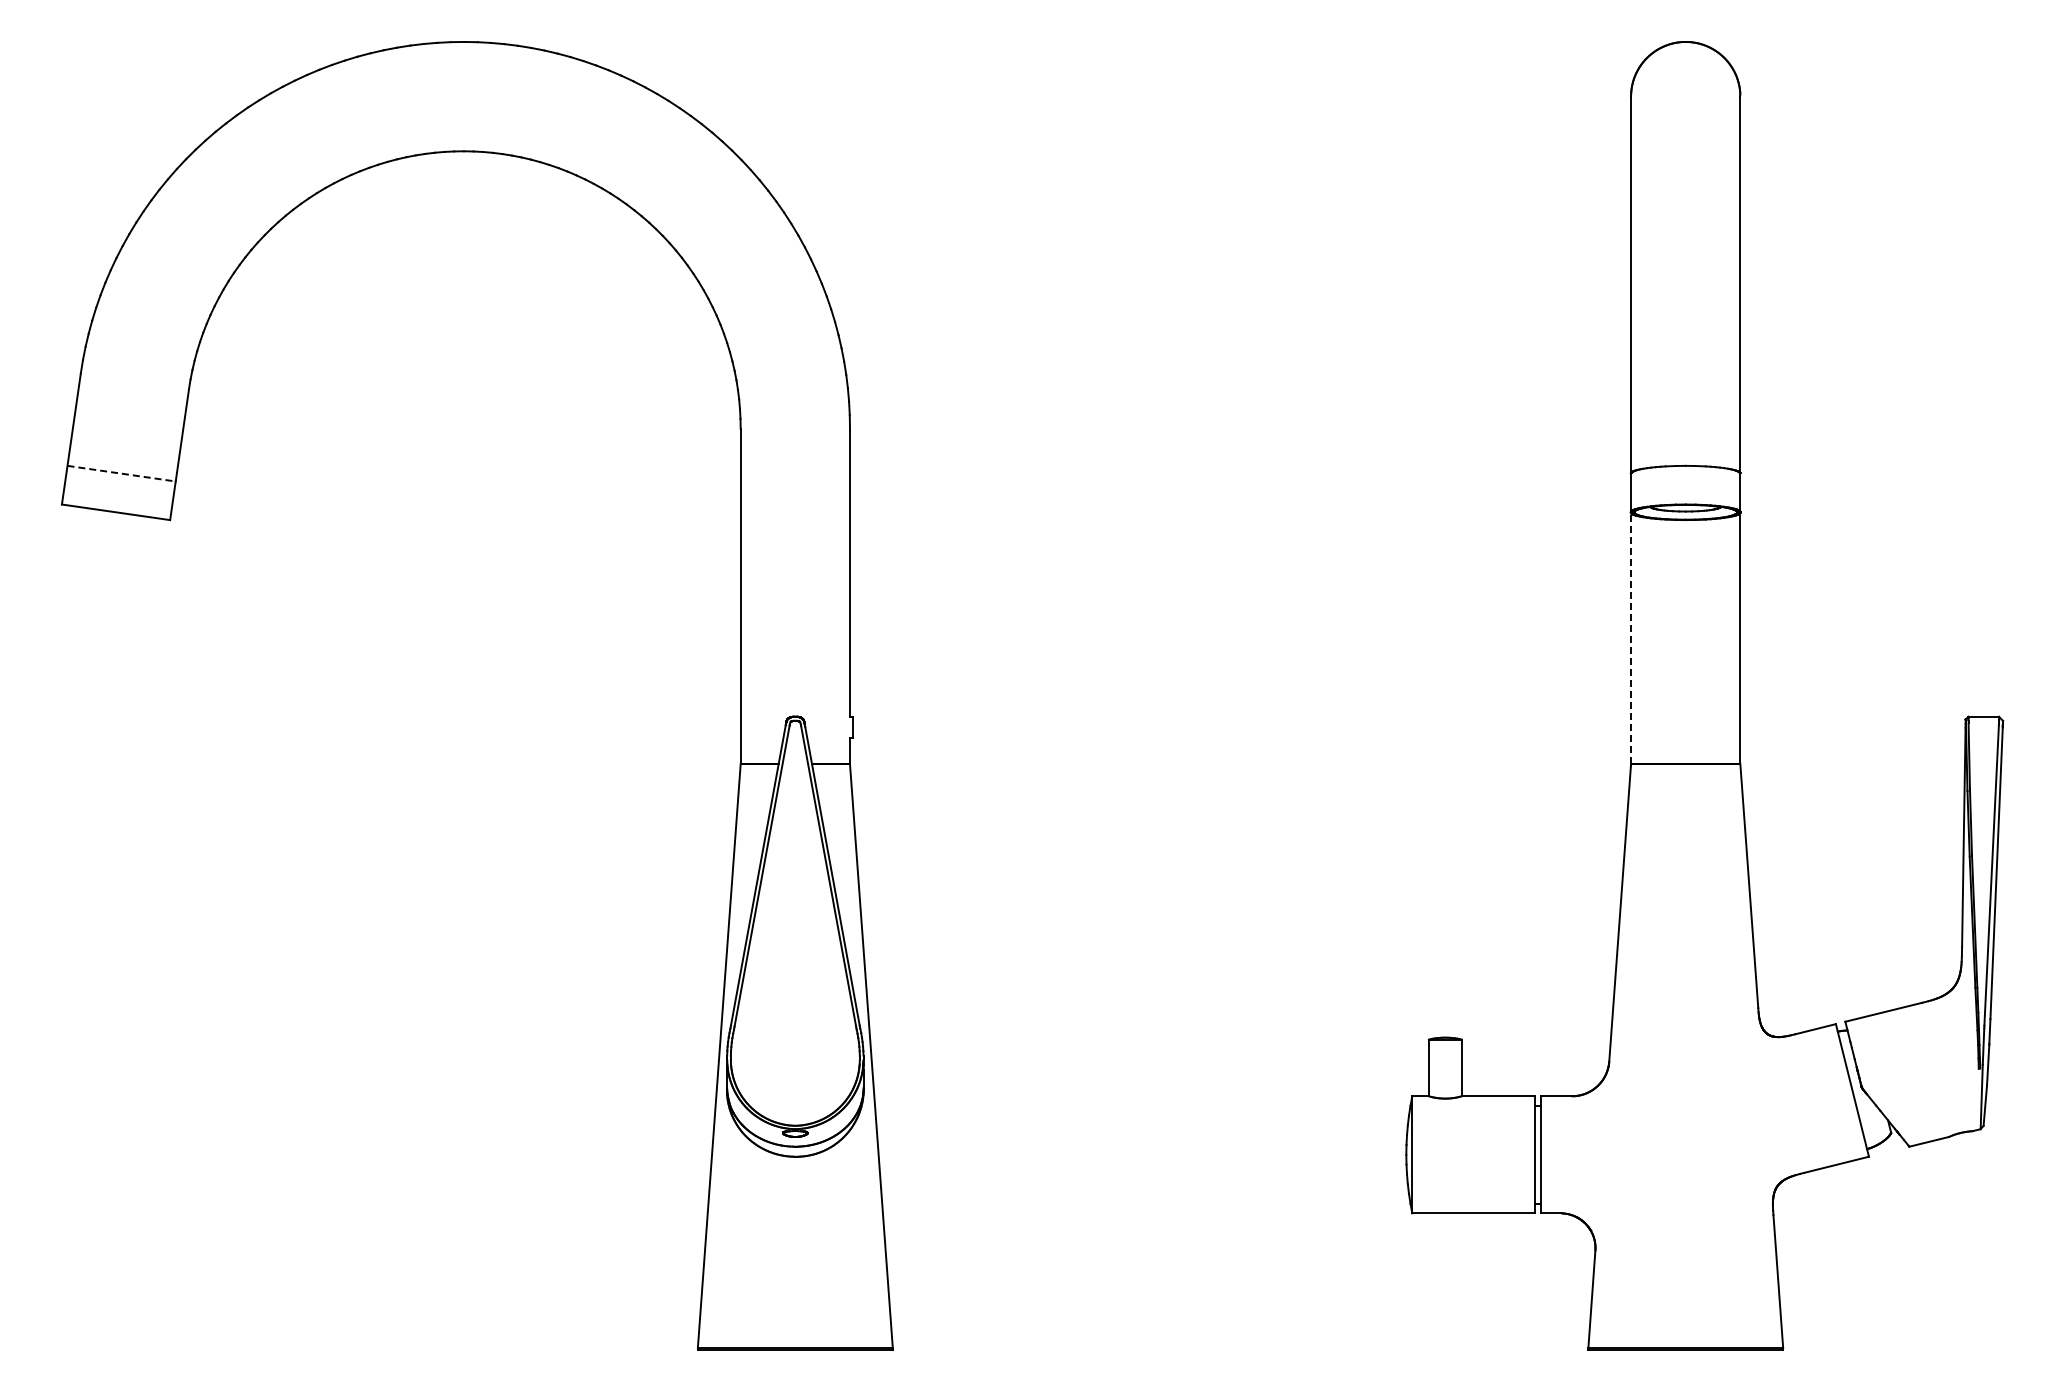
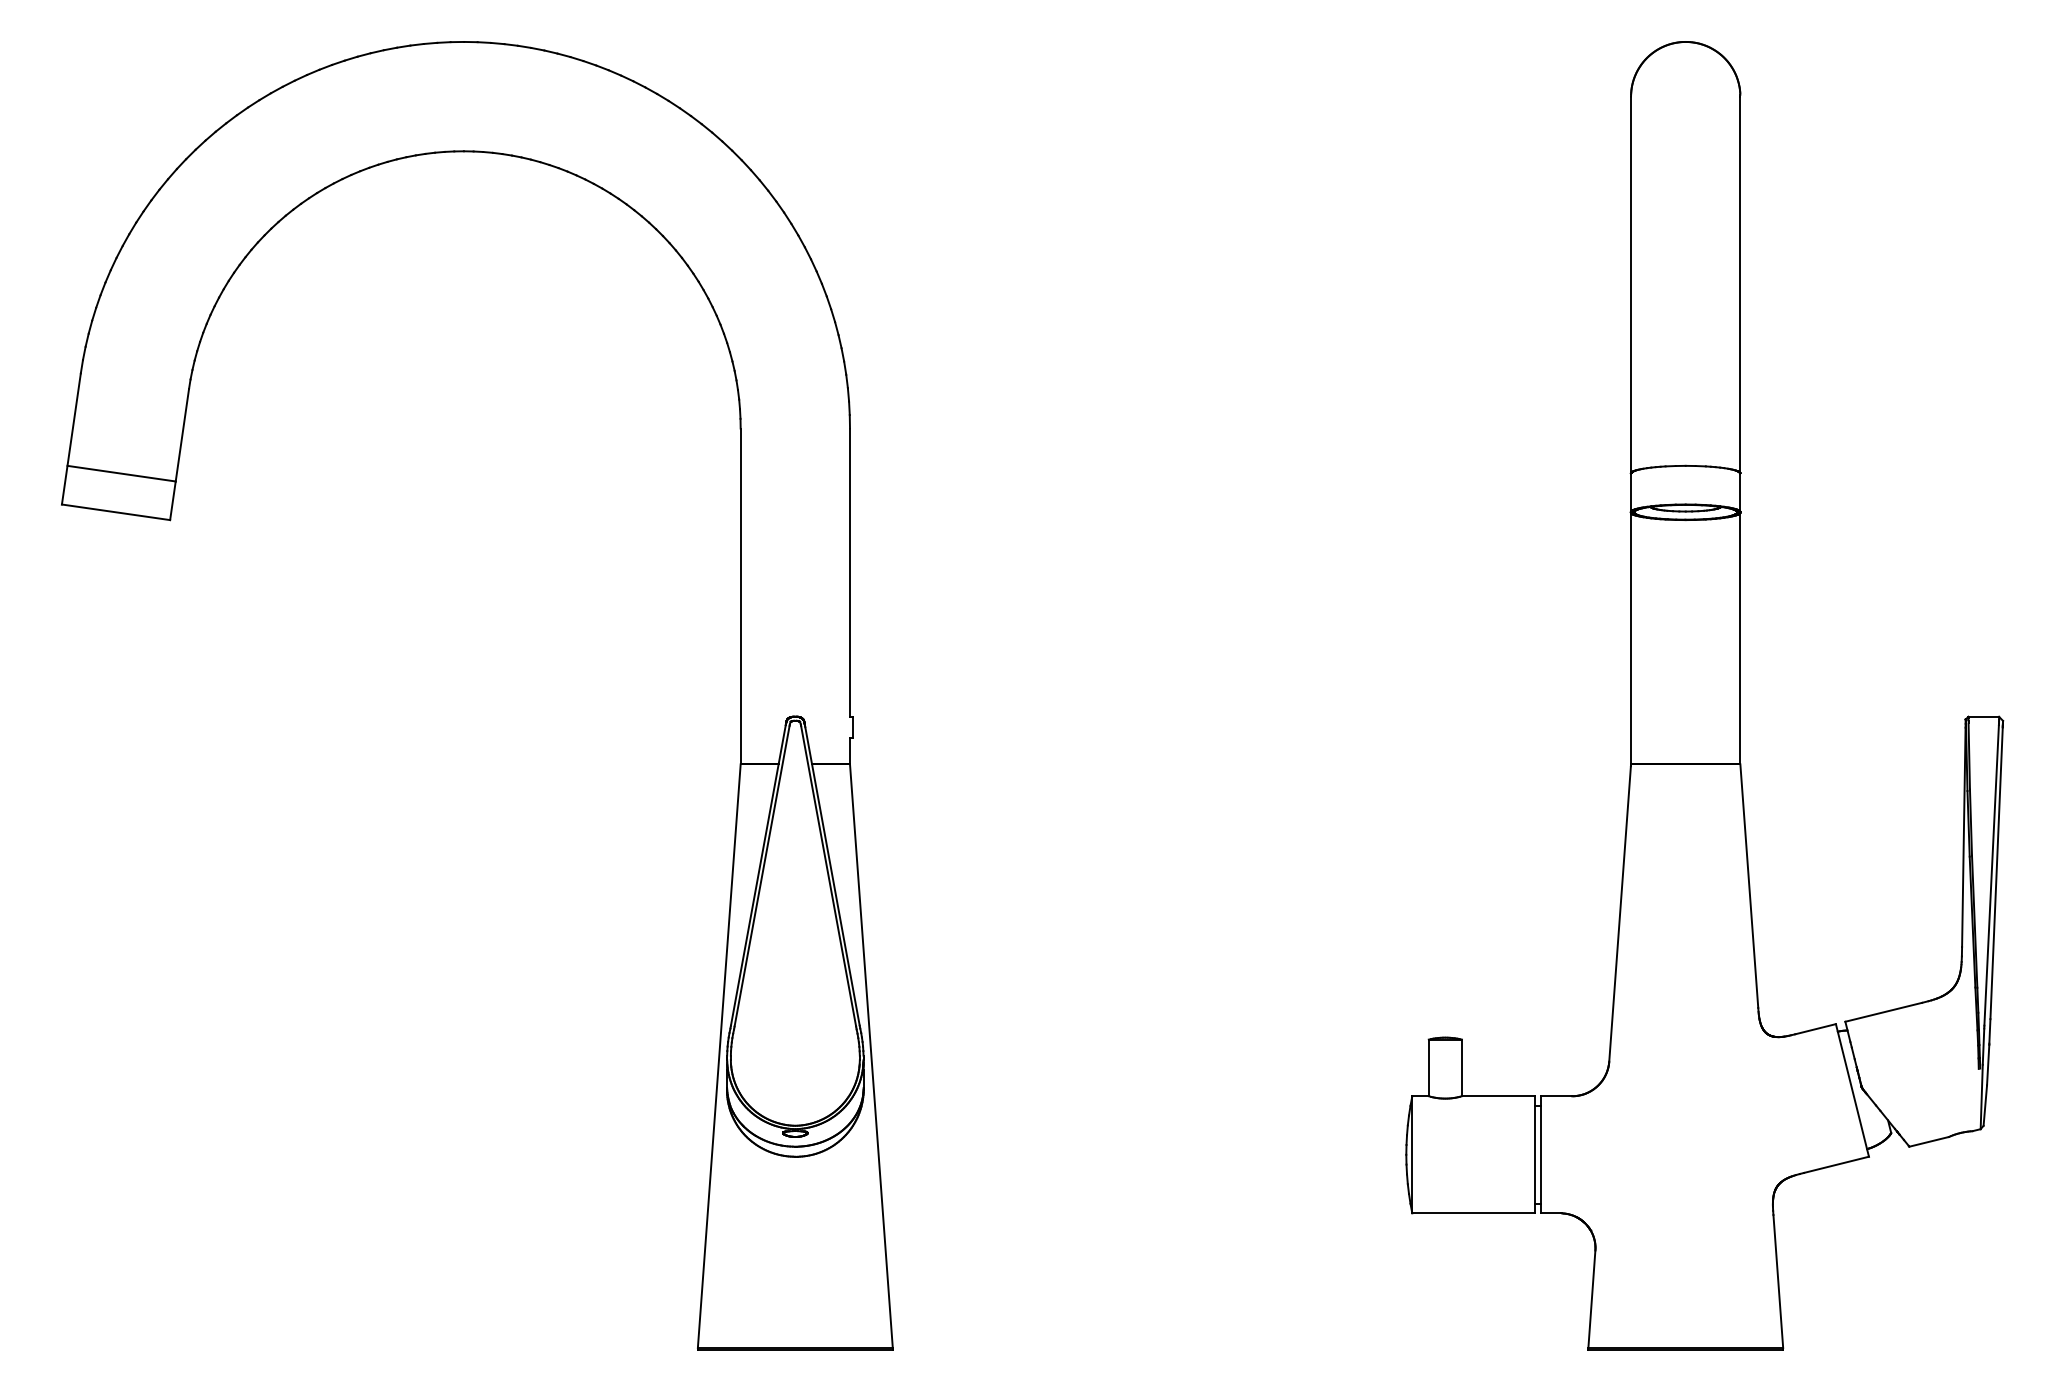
line at (121, 473): dashed -> solid
line at (1631, 638): dashed -> solid
